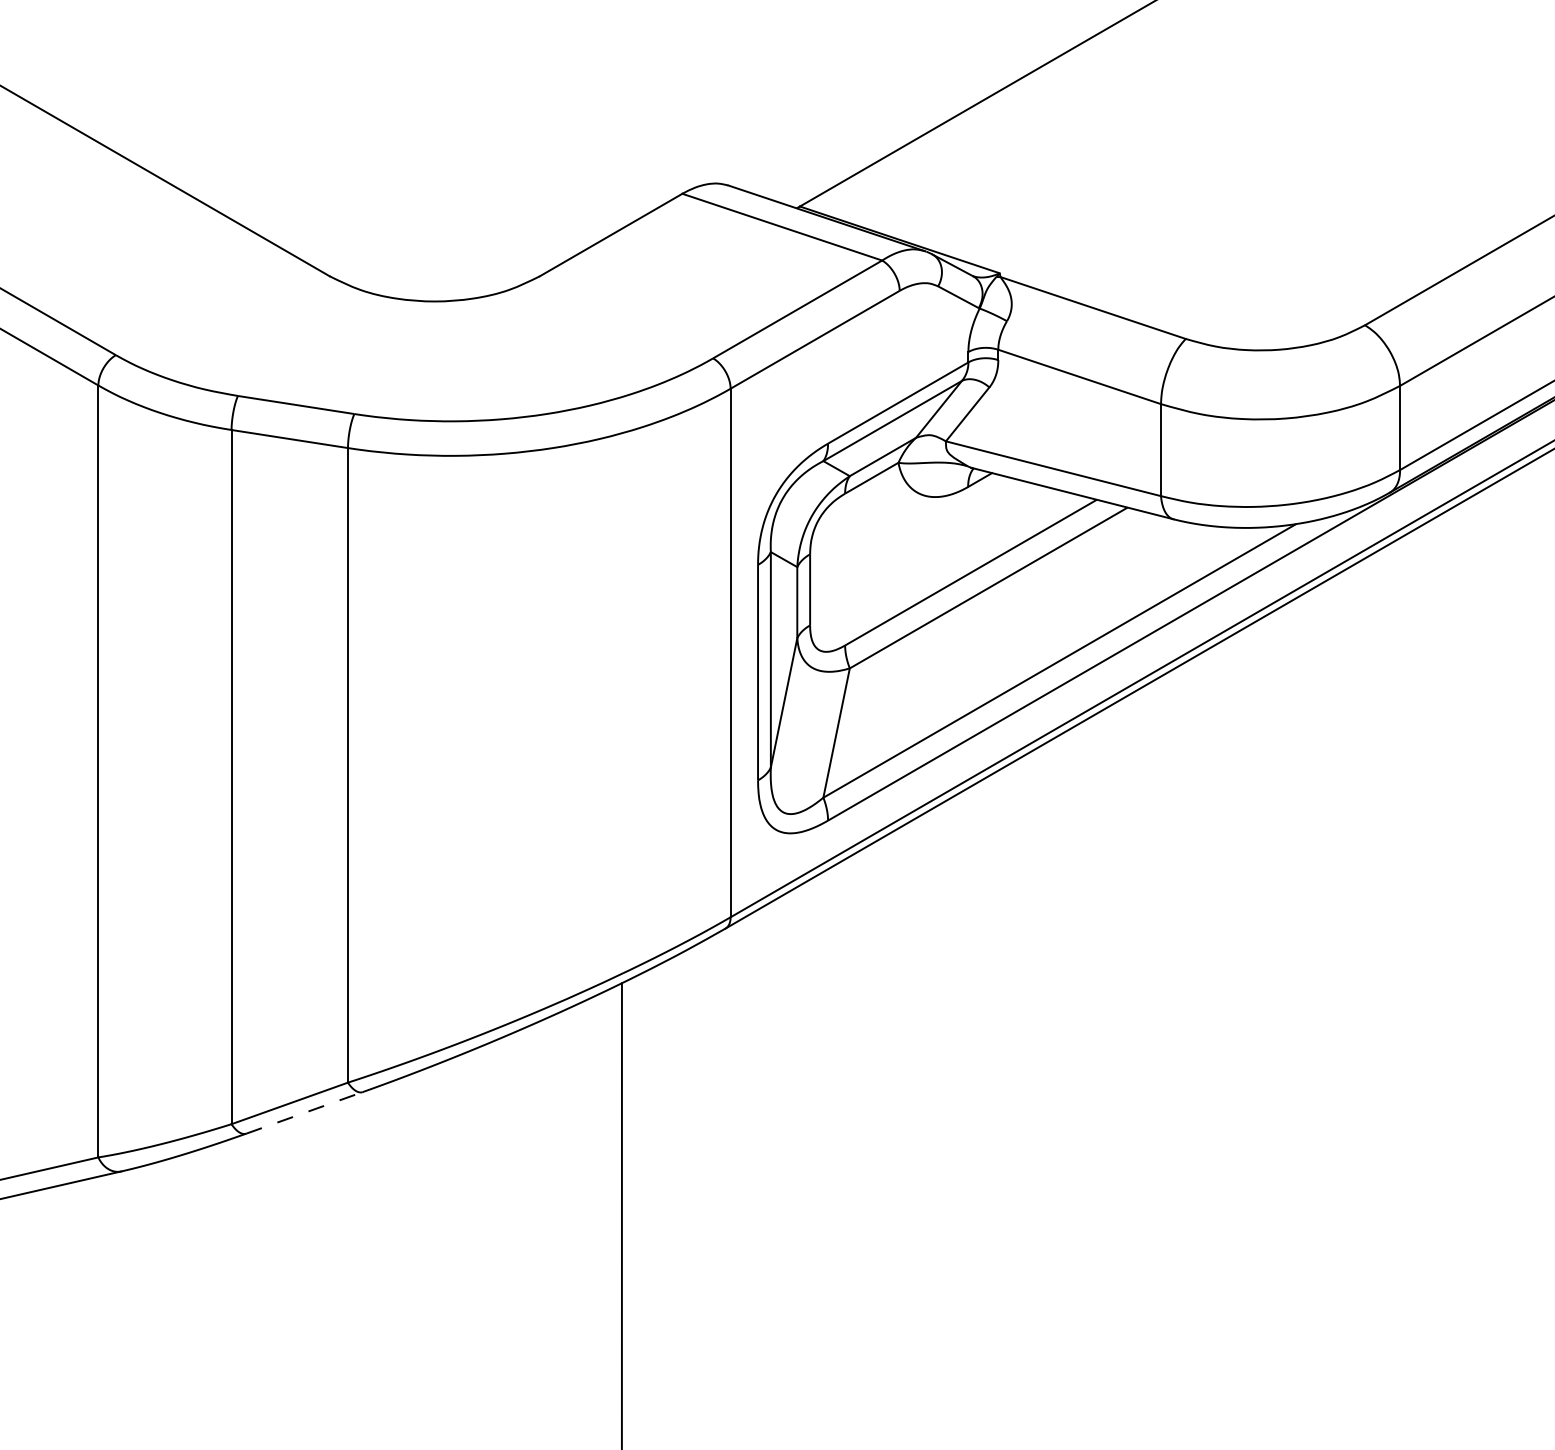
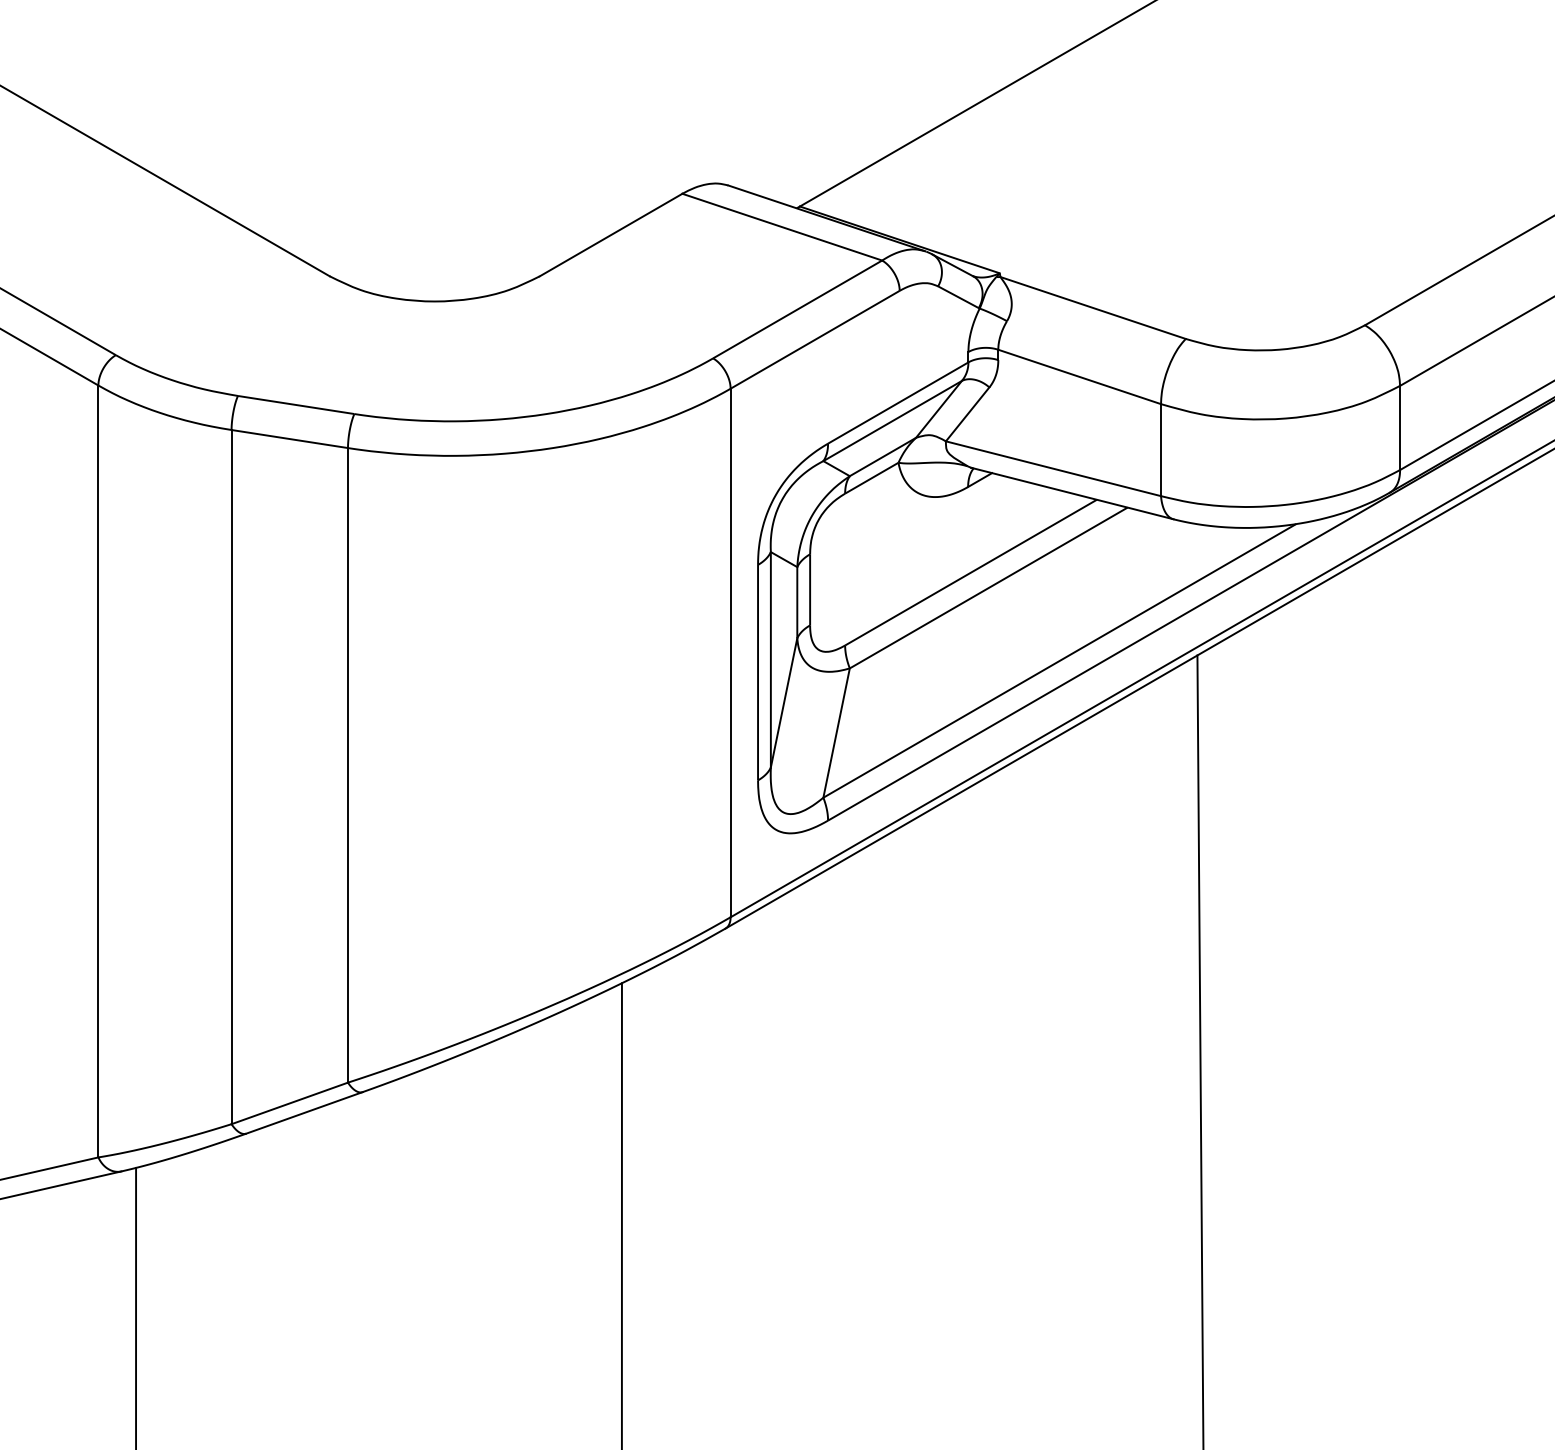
line at (1200, 1050): none -> present
line at (304, 1112): dashed -> solid
line at (136, 1306): none -> present
